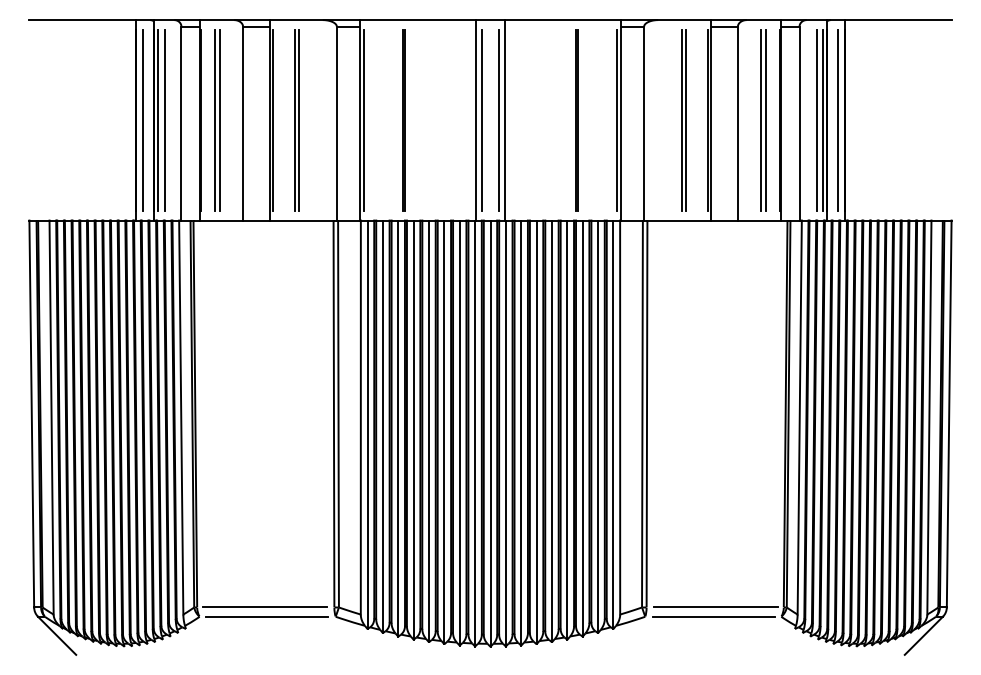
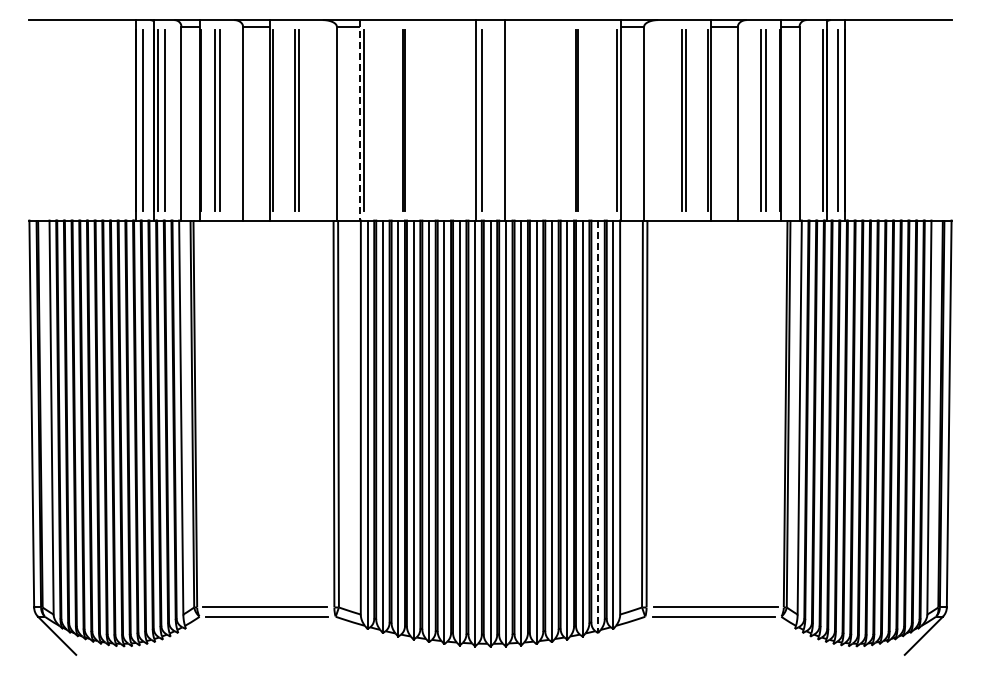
line at (359, 120): solid -> dashed
line at (498, 120): present -> none
line at (816, 120): present -> none
line at (598, 427): solid -> dashed
